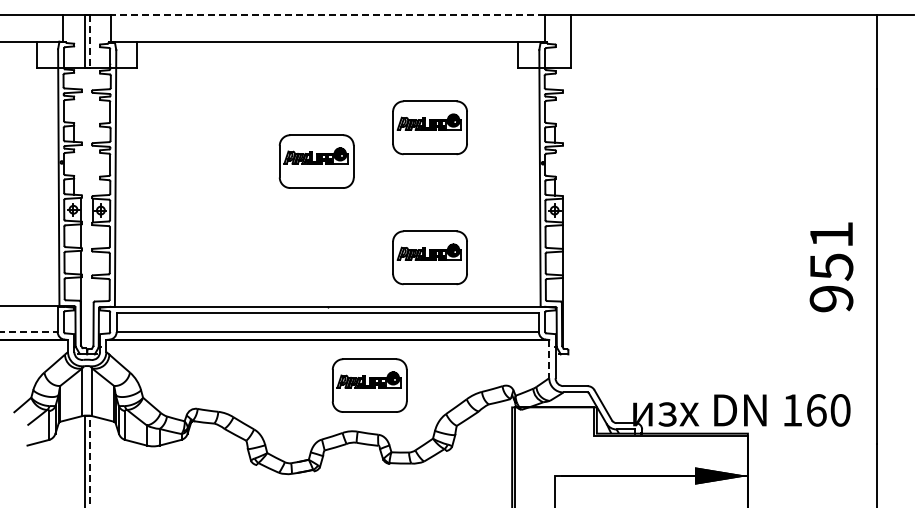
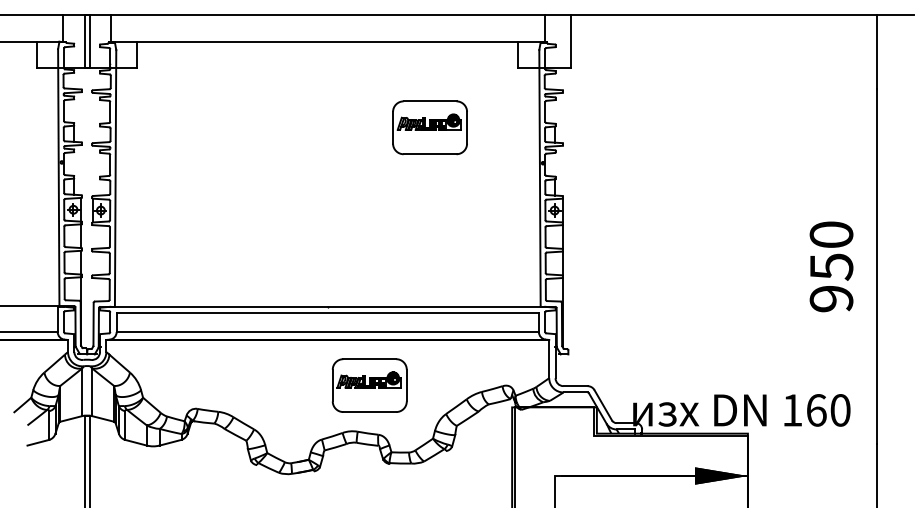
line at (327, 15): dashed -> solid
line at (89, 42): dashed -> solid
part at (316, 161): present -> none
text at (831, 234): 951 -> 950
part at (429, 257): present -> none
line at (29, 332): dashed -> solid
line at (549, 359): dashed -> solid
line at (89, 461): dashed -> solid
